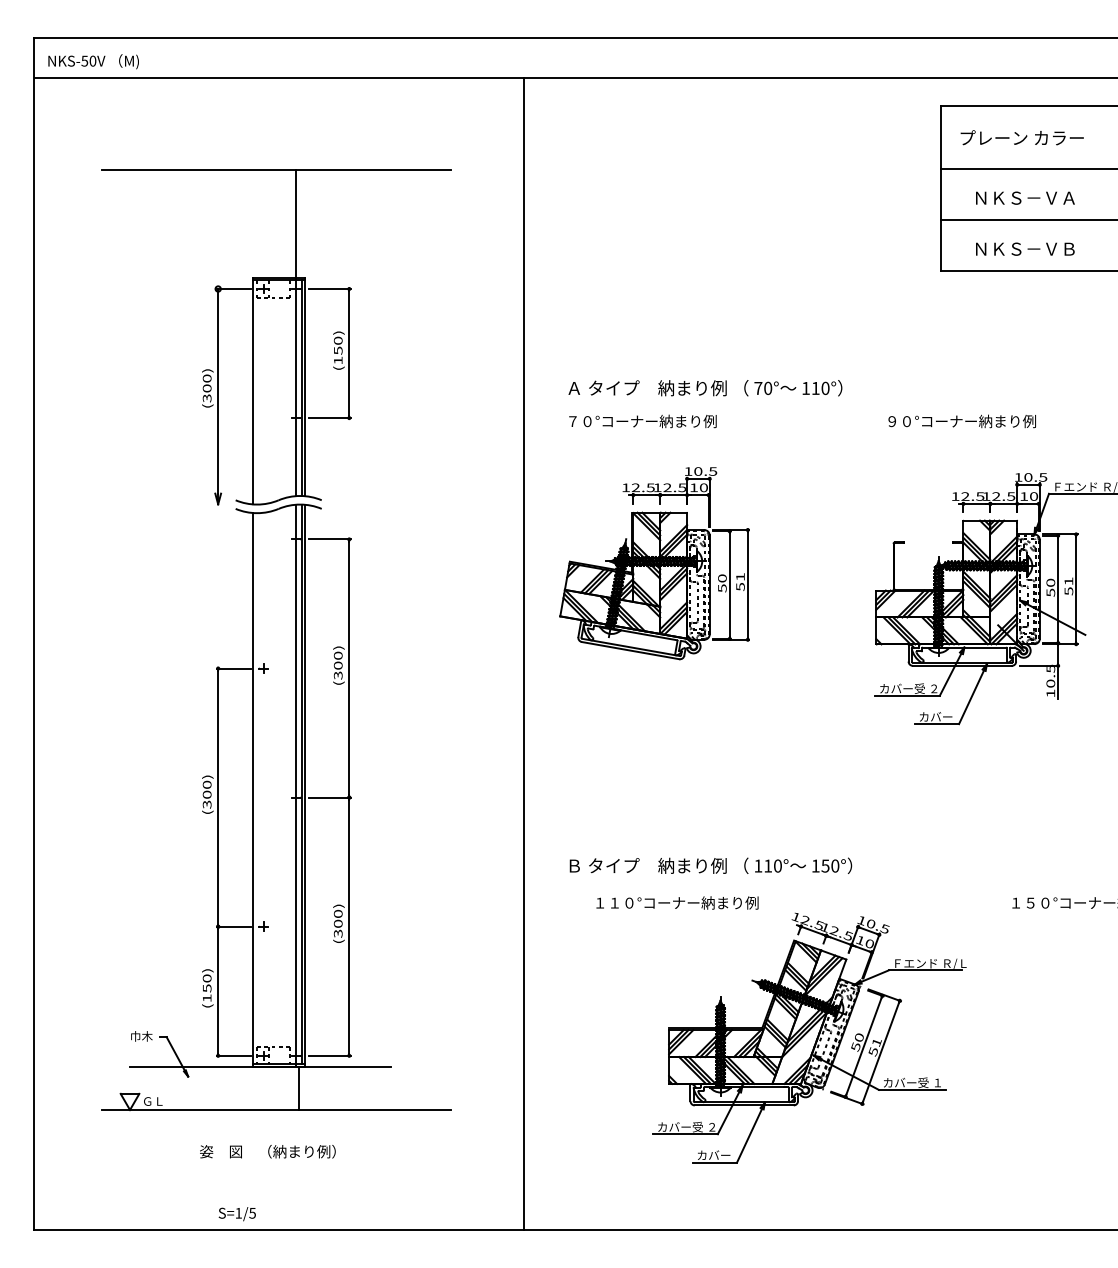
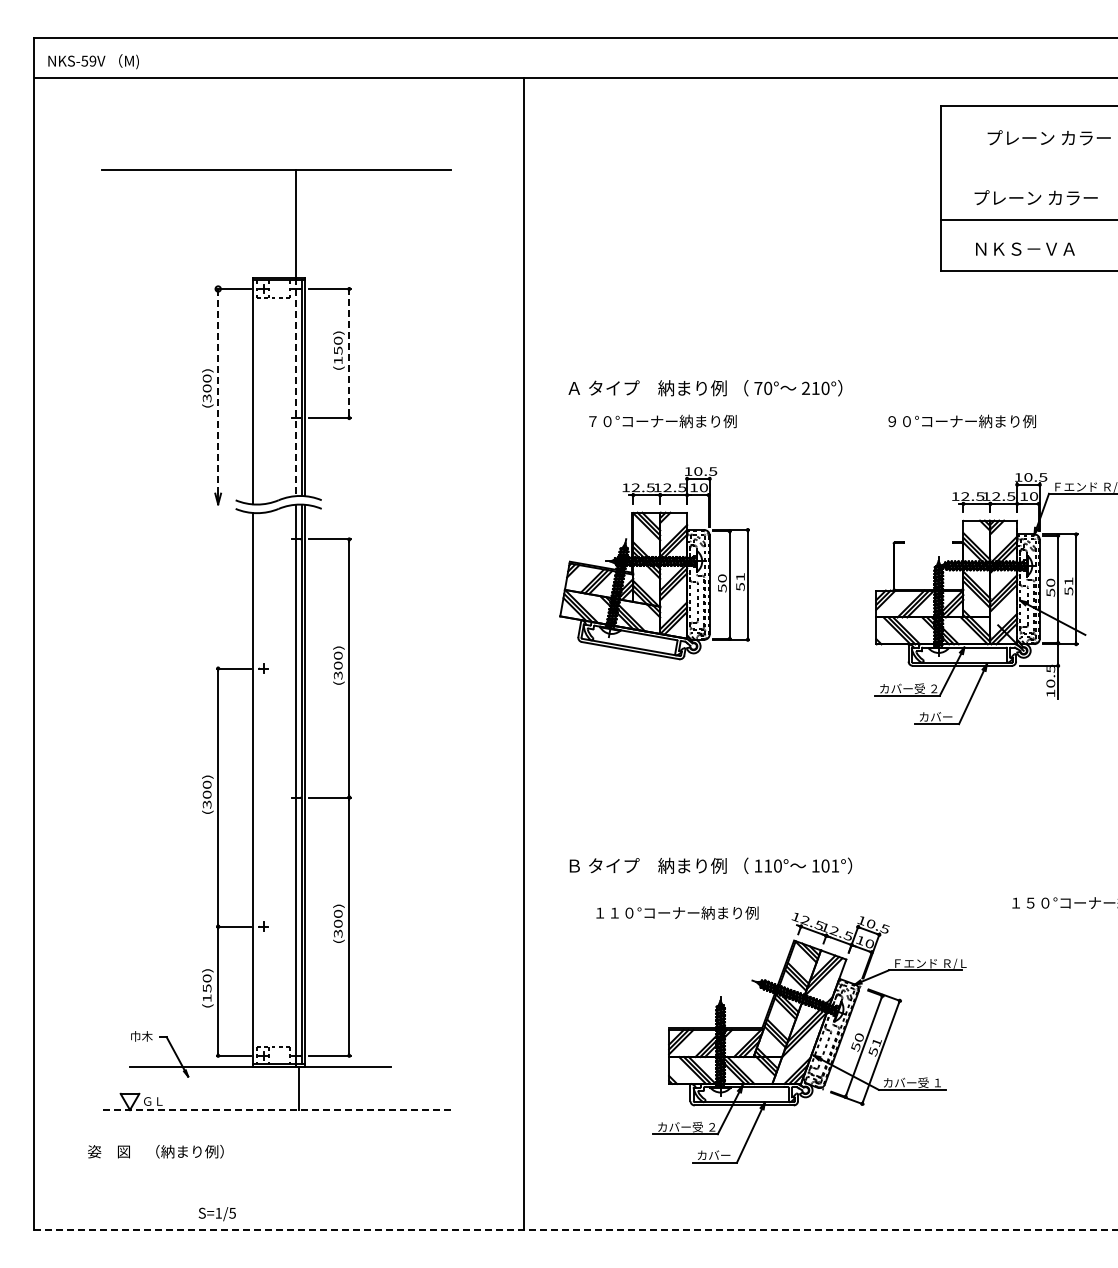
text at (92, 61): NKS-50V -> NKS-59V
text at (1021, 137) position: (1021, 137) -> (1048, 137)
line at (1027, 169): present -> none
text at (1035, 197): ＮＫＳ－ＶＡ -> プレーン カラー
text at (1068, 248): ＮＫＳ－ＶＢ -> ＮＫＳ－ＶＡ
line at (349, 353): solid -> dashed
line at (295, 387): solid -> dashed
text at (805, 387): 110° -> 210°
line at (218, 390): solid -> dashed
text at (642, 421) position: (642, 421) -> (662, 421)
text at (830, 865): 150° -> 101°
text at (677, 902) position: (677, 902) -> (677, 912)
line at (276, 1110): solid -> dashed
text at (267, 1151) position: (267, 1151) -> (155, 1151)
text at (236, 1214) position: (236, 1214) -> (216, 1214)
line at (575, 1229): solid -> dashed
